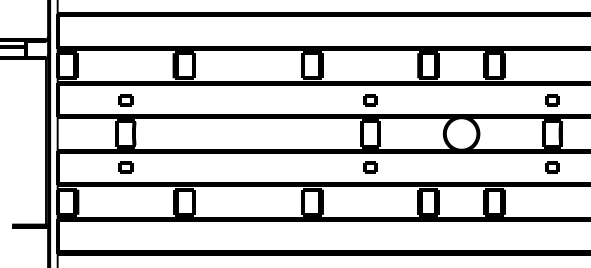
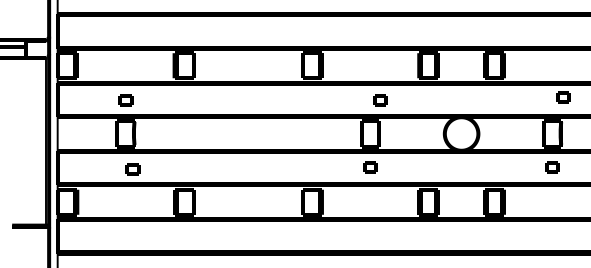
part at (370, 100) position: (370, 100) -> (380, 100)
part at (552, 100) position: (552, 100) -> (563, 97)
part at (125, 167) position: (125, 167) -> (132, 169)
